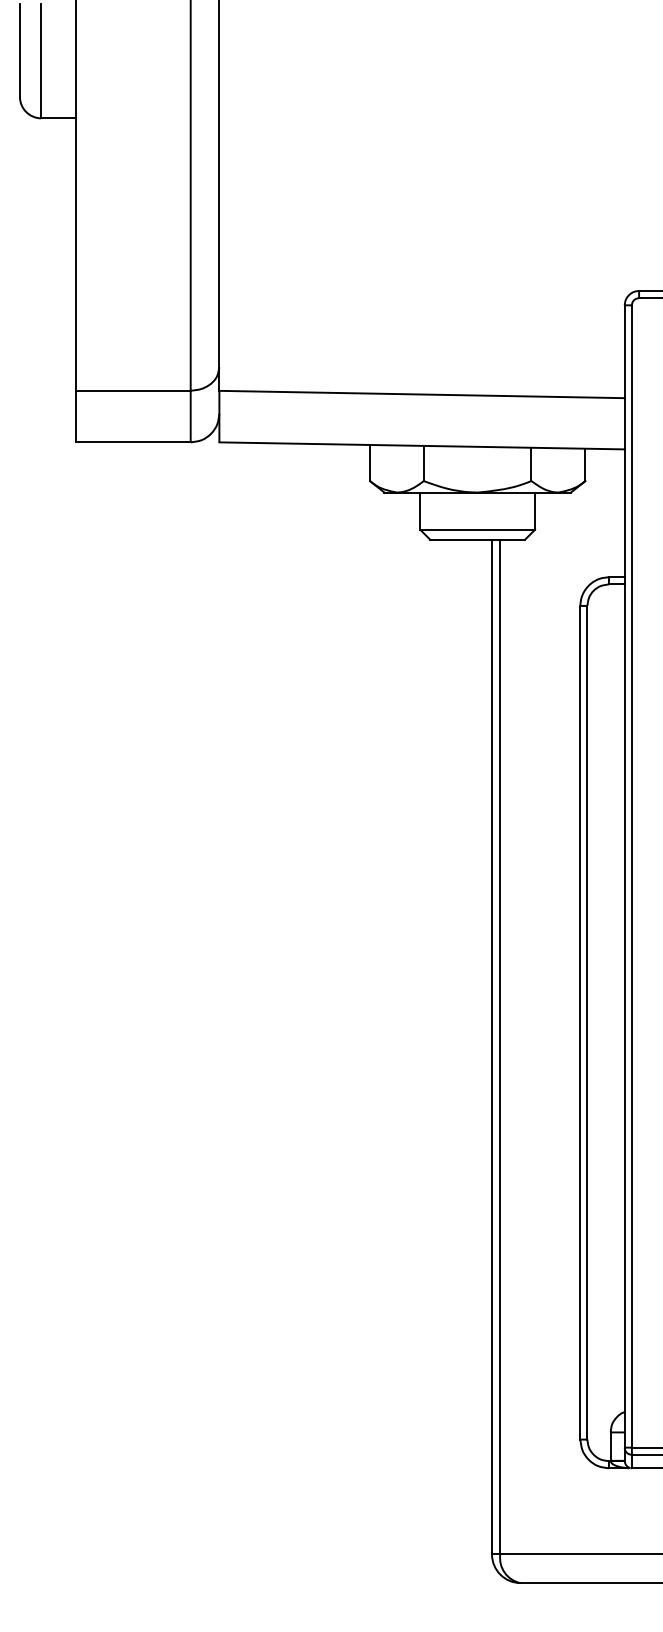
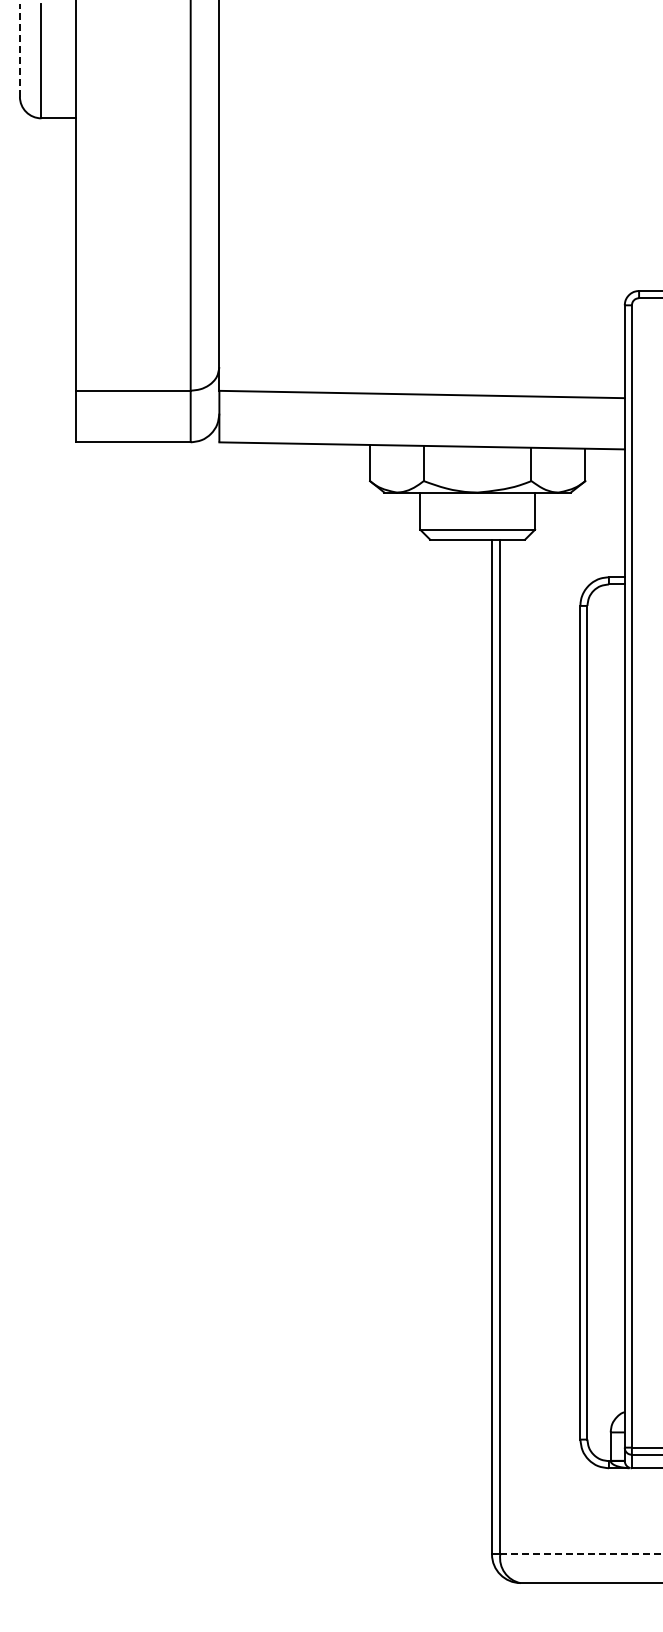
line at (19, 50): solid -> dashed
line at (581, 1554): solid -> dashed
